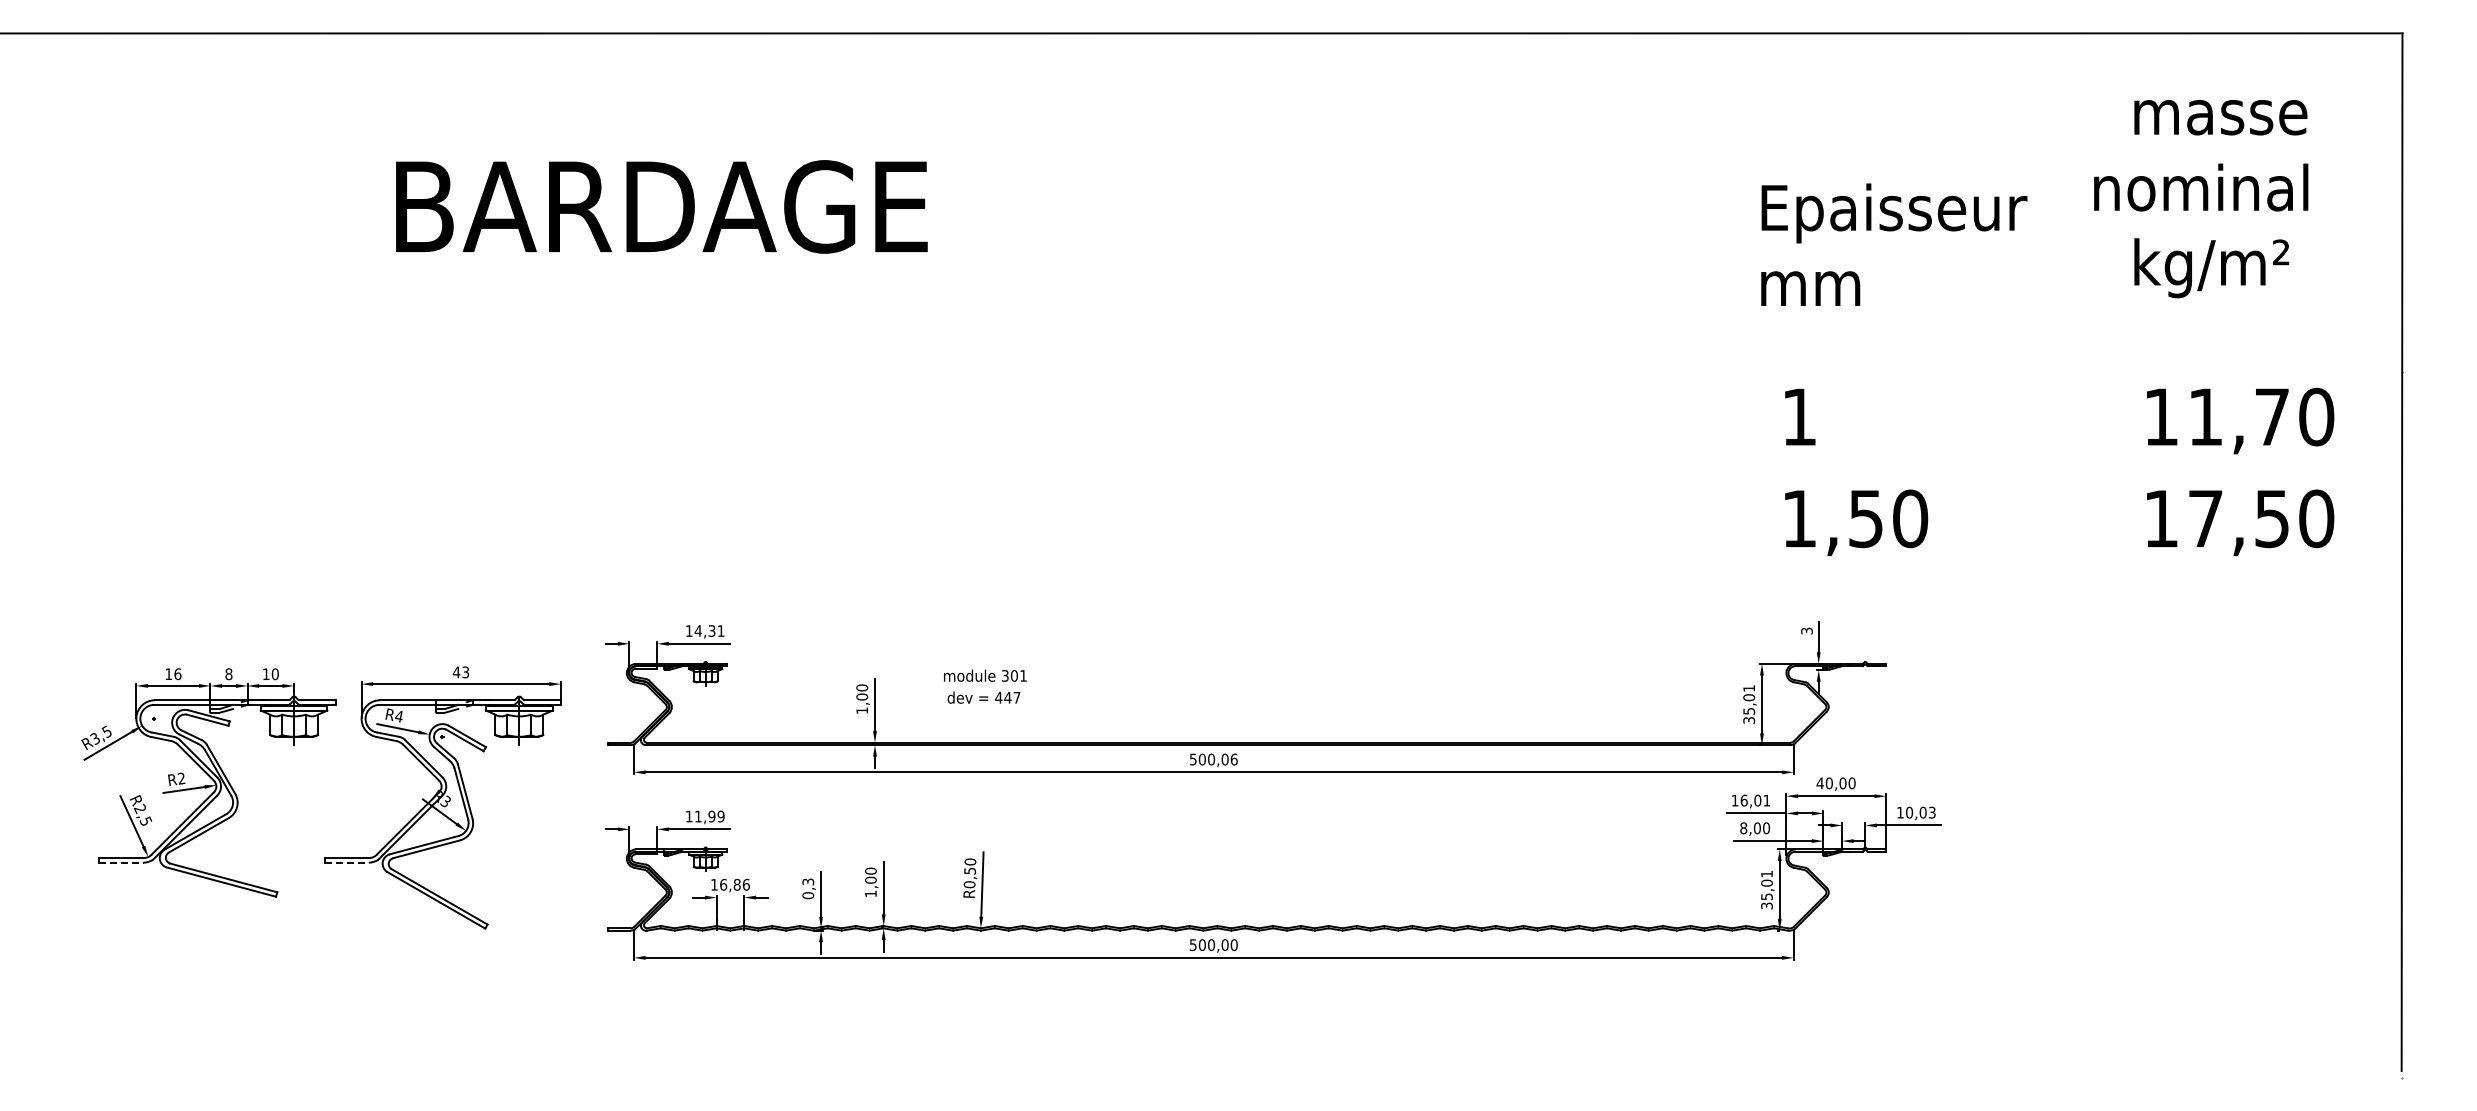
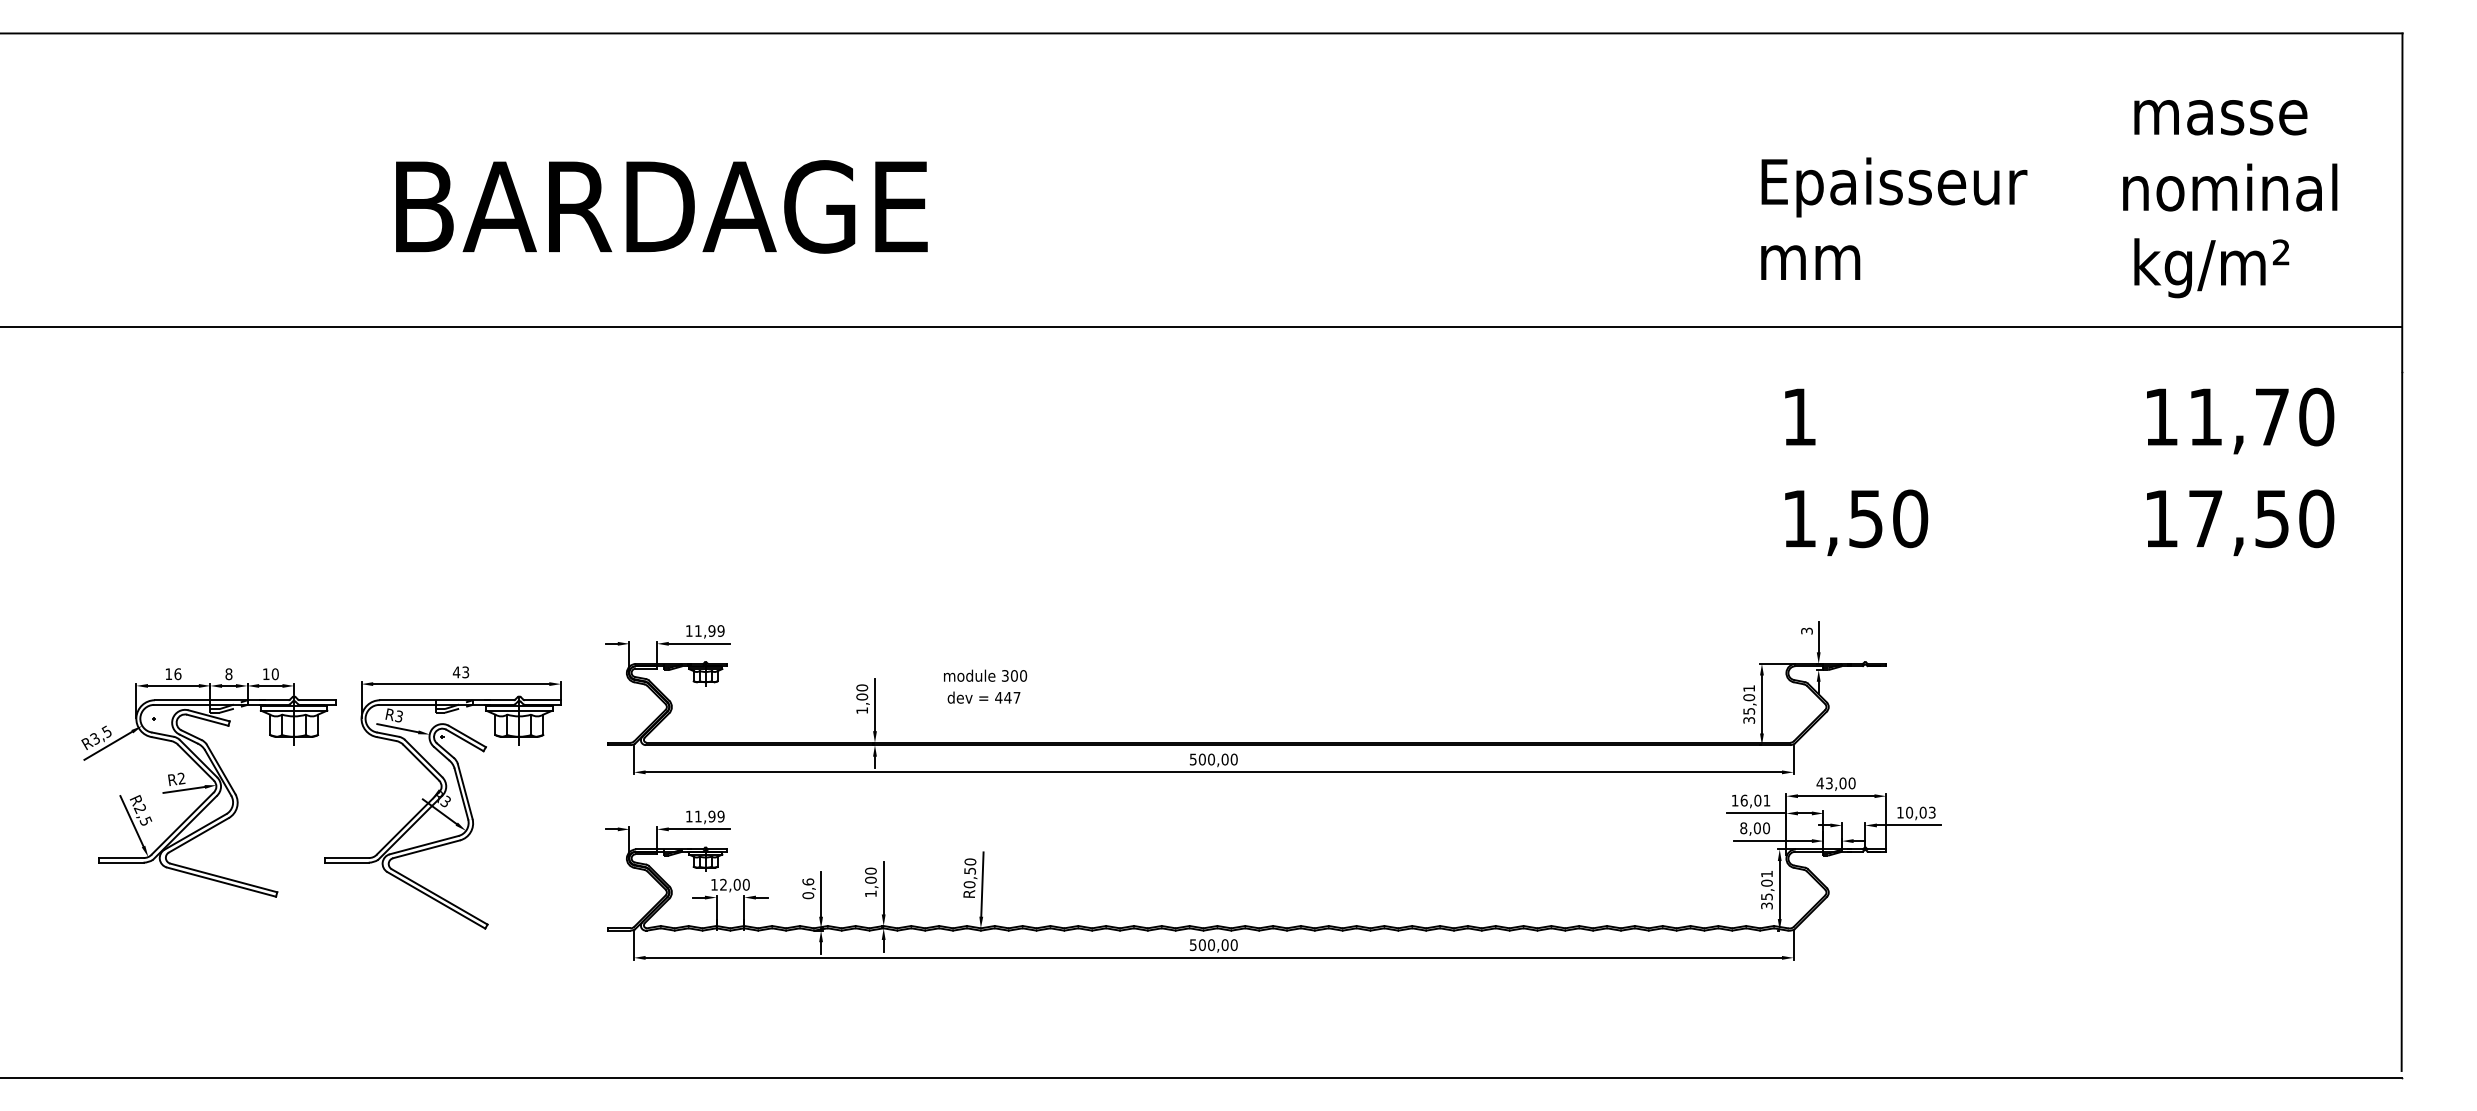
text at (2201, 187) position: (2201, 187) -> (2230, 187)
text at (1894, 244) position: (1894, 244) -> (1894, 218)
line at (1201, 326): none -> present
text at (709, 630): 14,31 -> 11,99
text at (1023, 675): 301 -> 300
text at (398, 716): R4 -> R3
text at (1233, 759): 500,06 -> 500,00
text at (1828, 783): 40,00 -> 43,00
line at (121, 862): dashed -> solid
line at (347, 862): dashed -> solid
text at (808, 881): 0,3 -> 0,6
text at (734, 884): 16,86 -> 12,00
line at (1201, 1077): none -> present
